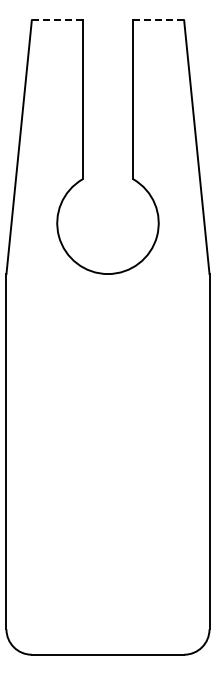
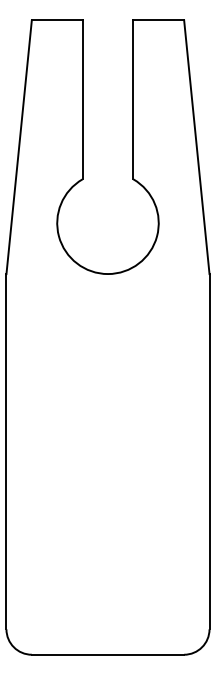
line at (56, 20): dashed -> solid
line at (158, 20): dashed -> solid
